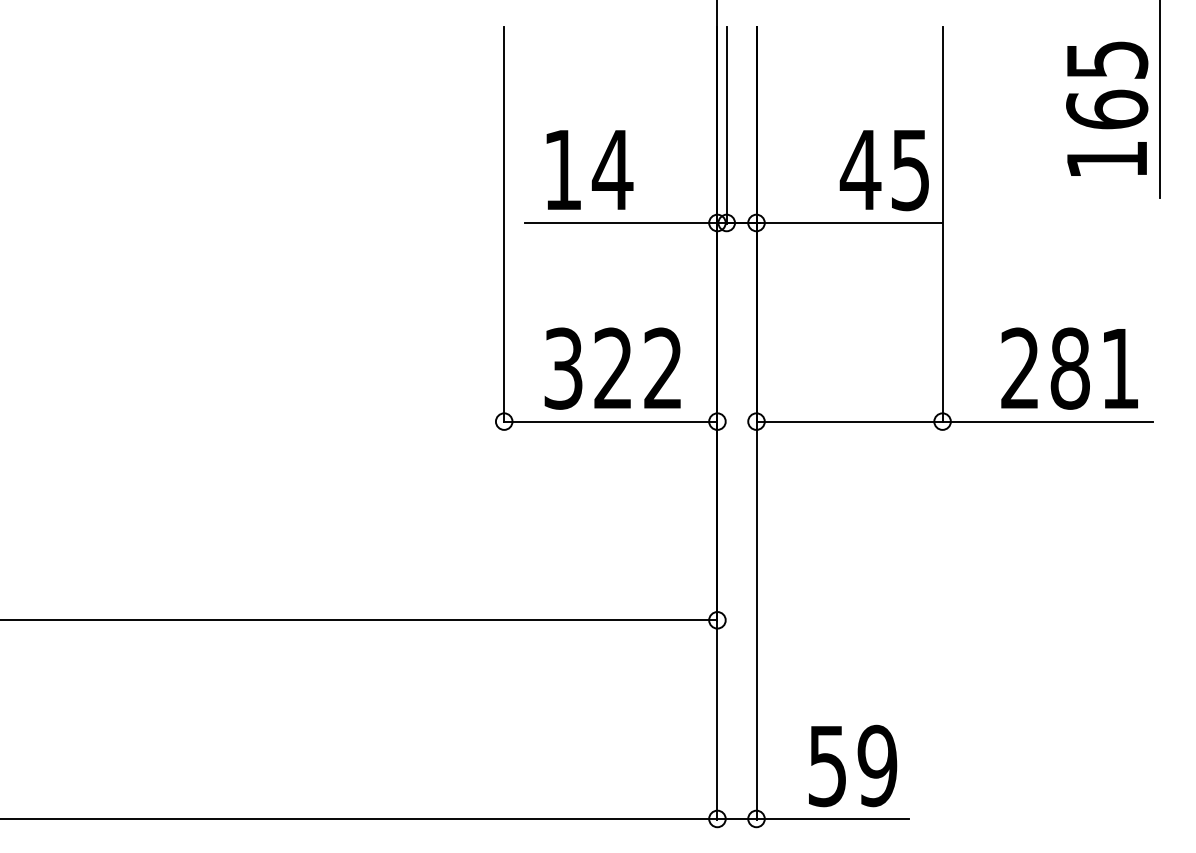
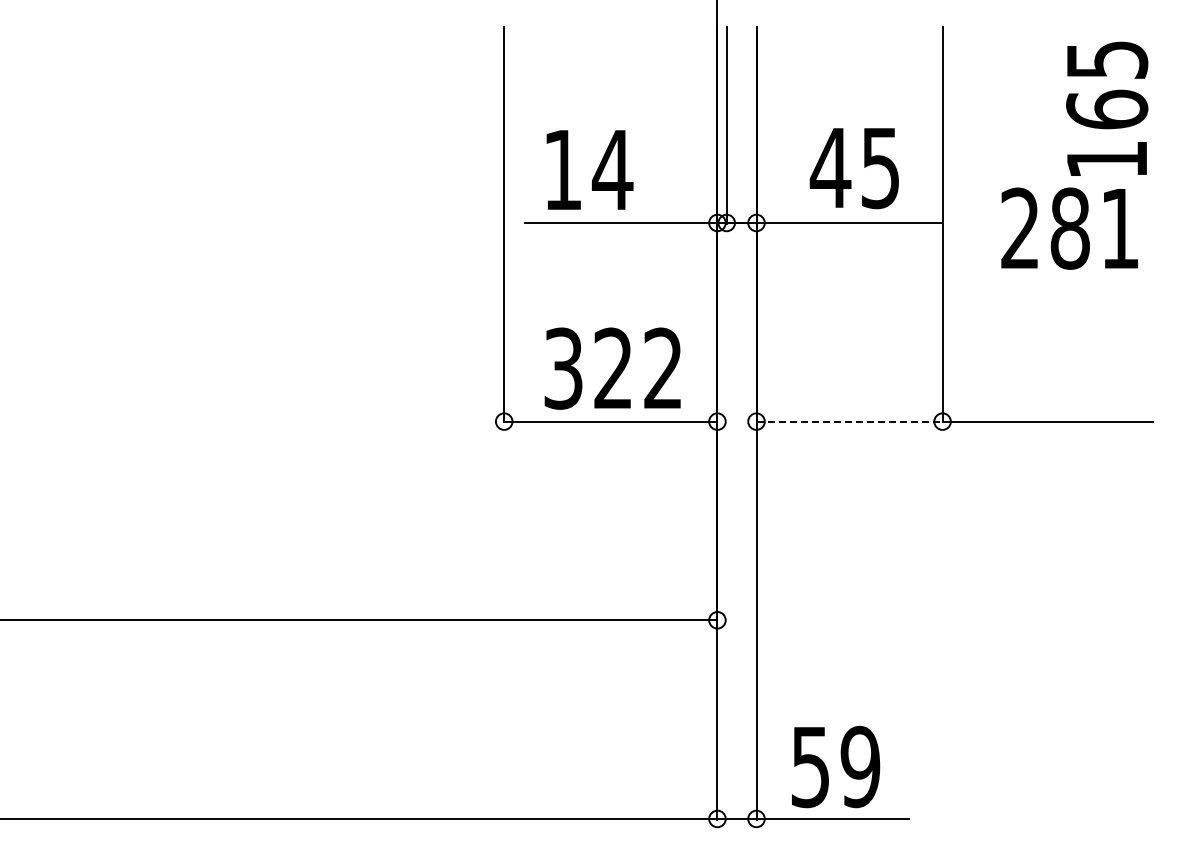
line at (1160, 99): present -> none
text at (883, 170) position: (883, 170) -> (853, 168)
text at (1069, 368) position: (1069, 368) -> (1069, 228)
line at (850, 421): solid -> dashed
text at (853, 765) position: (853, 765) -> (836, 766)
